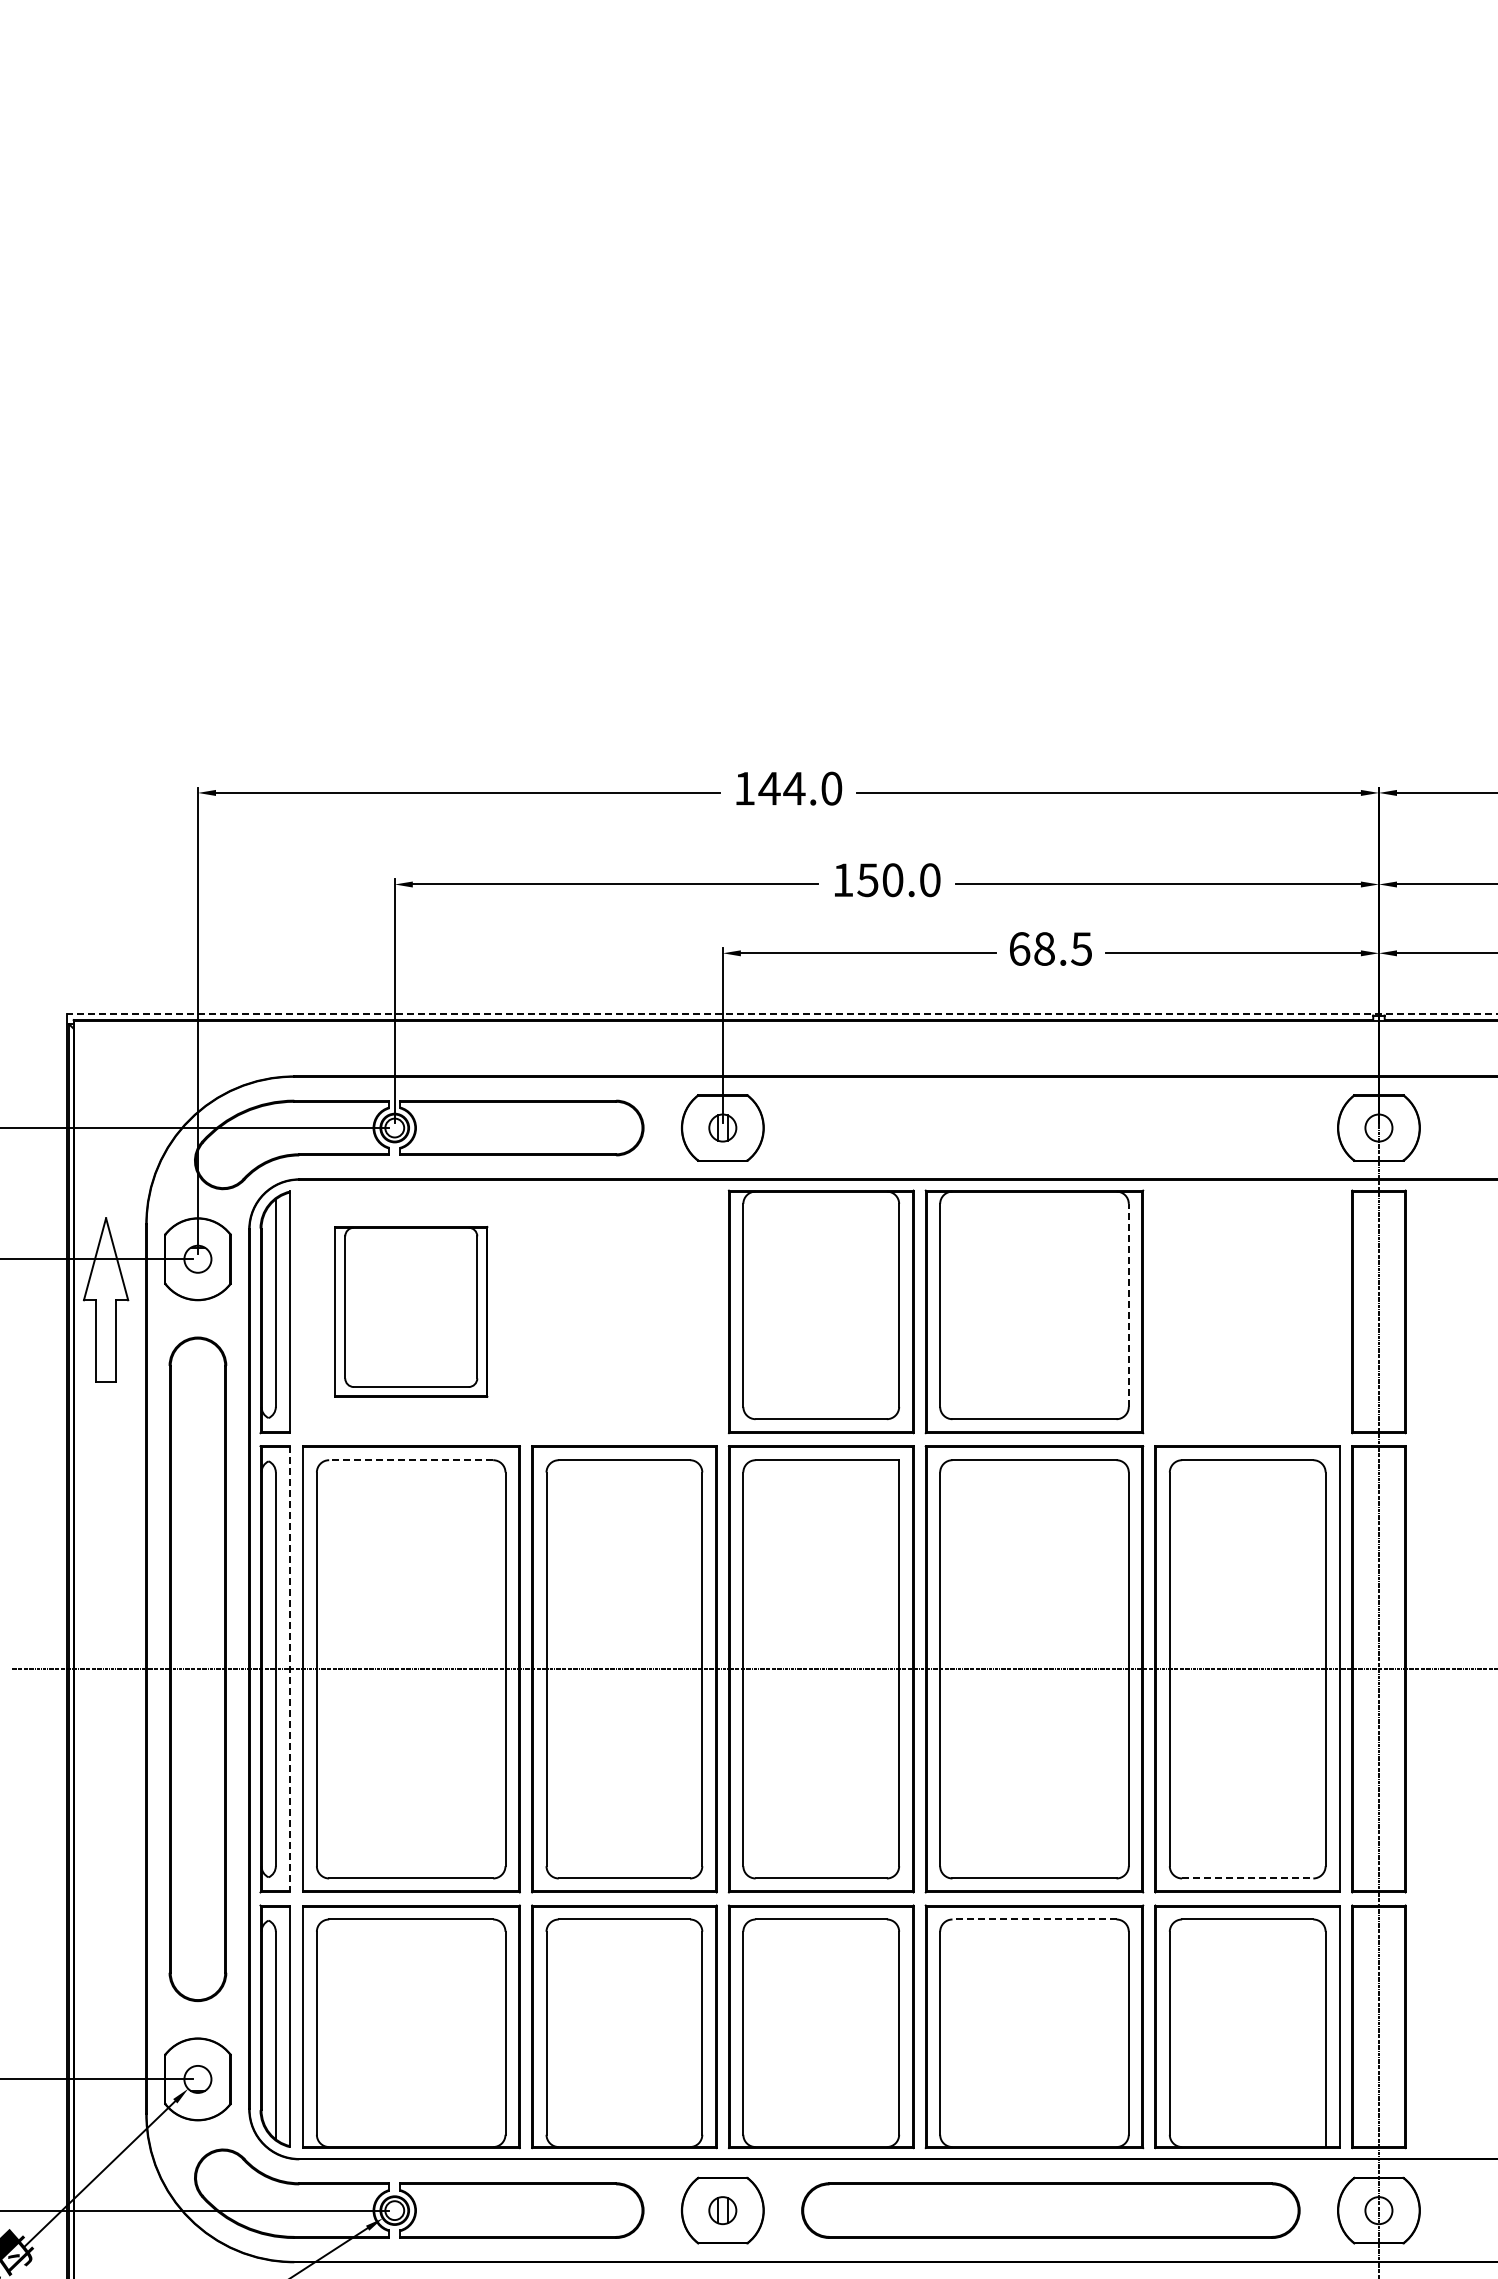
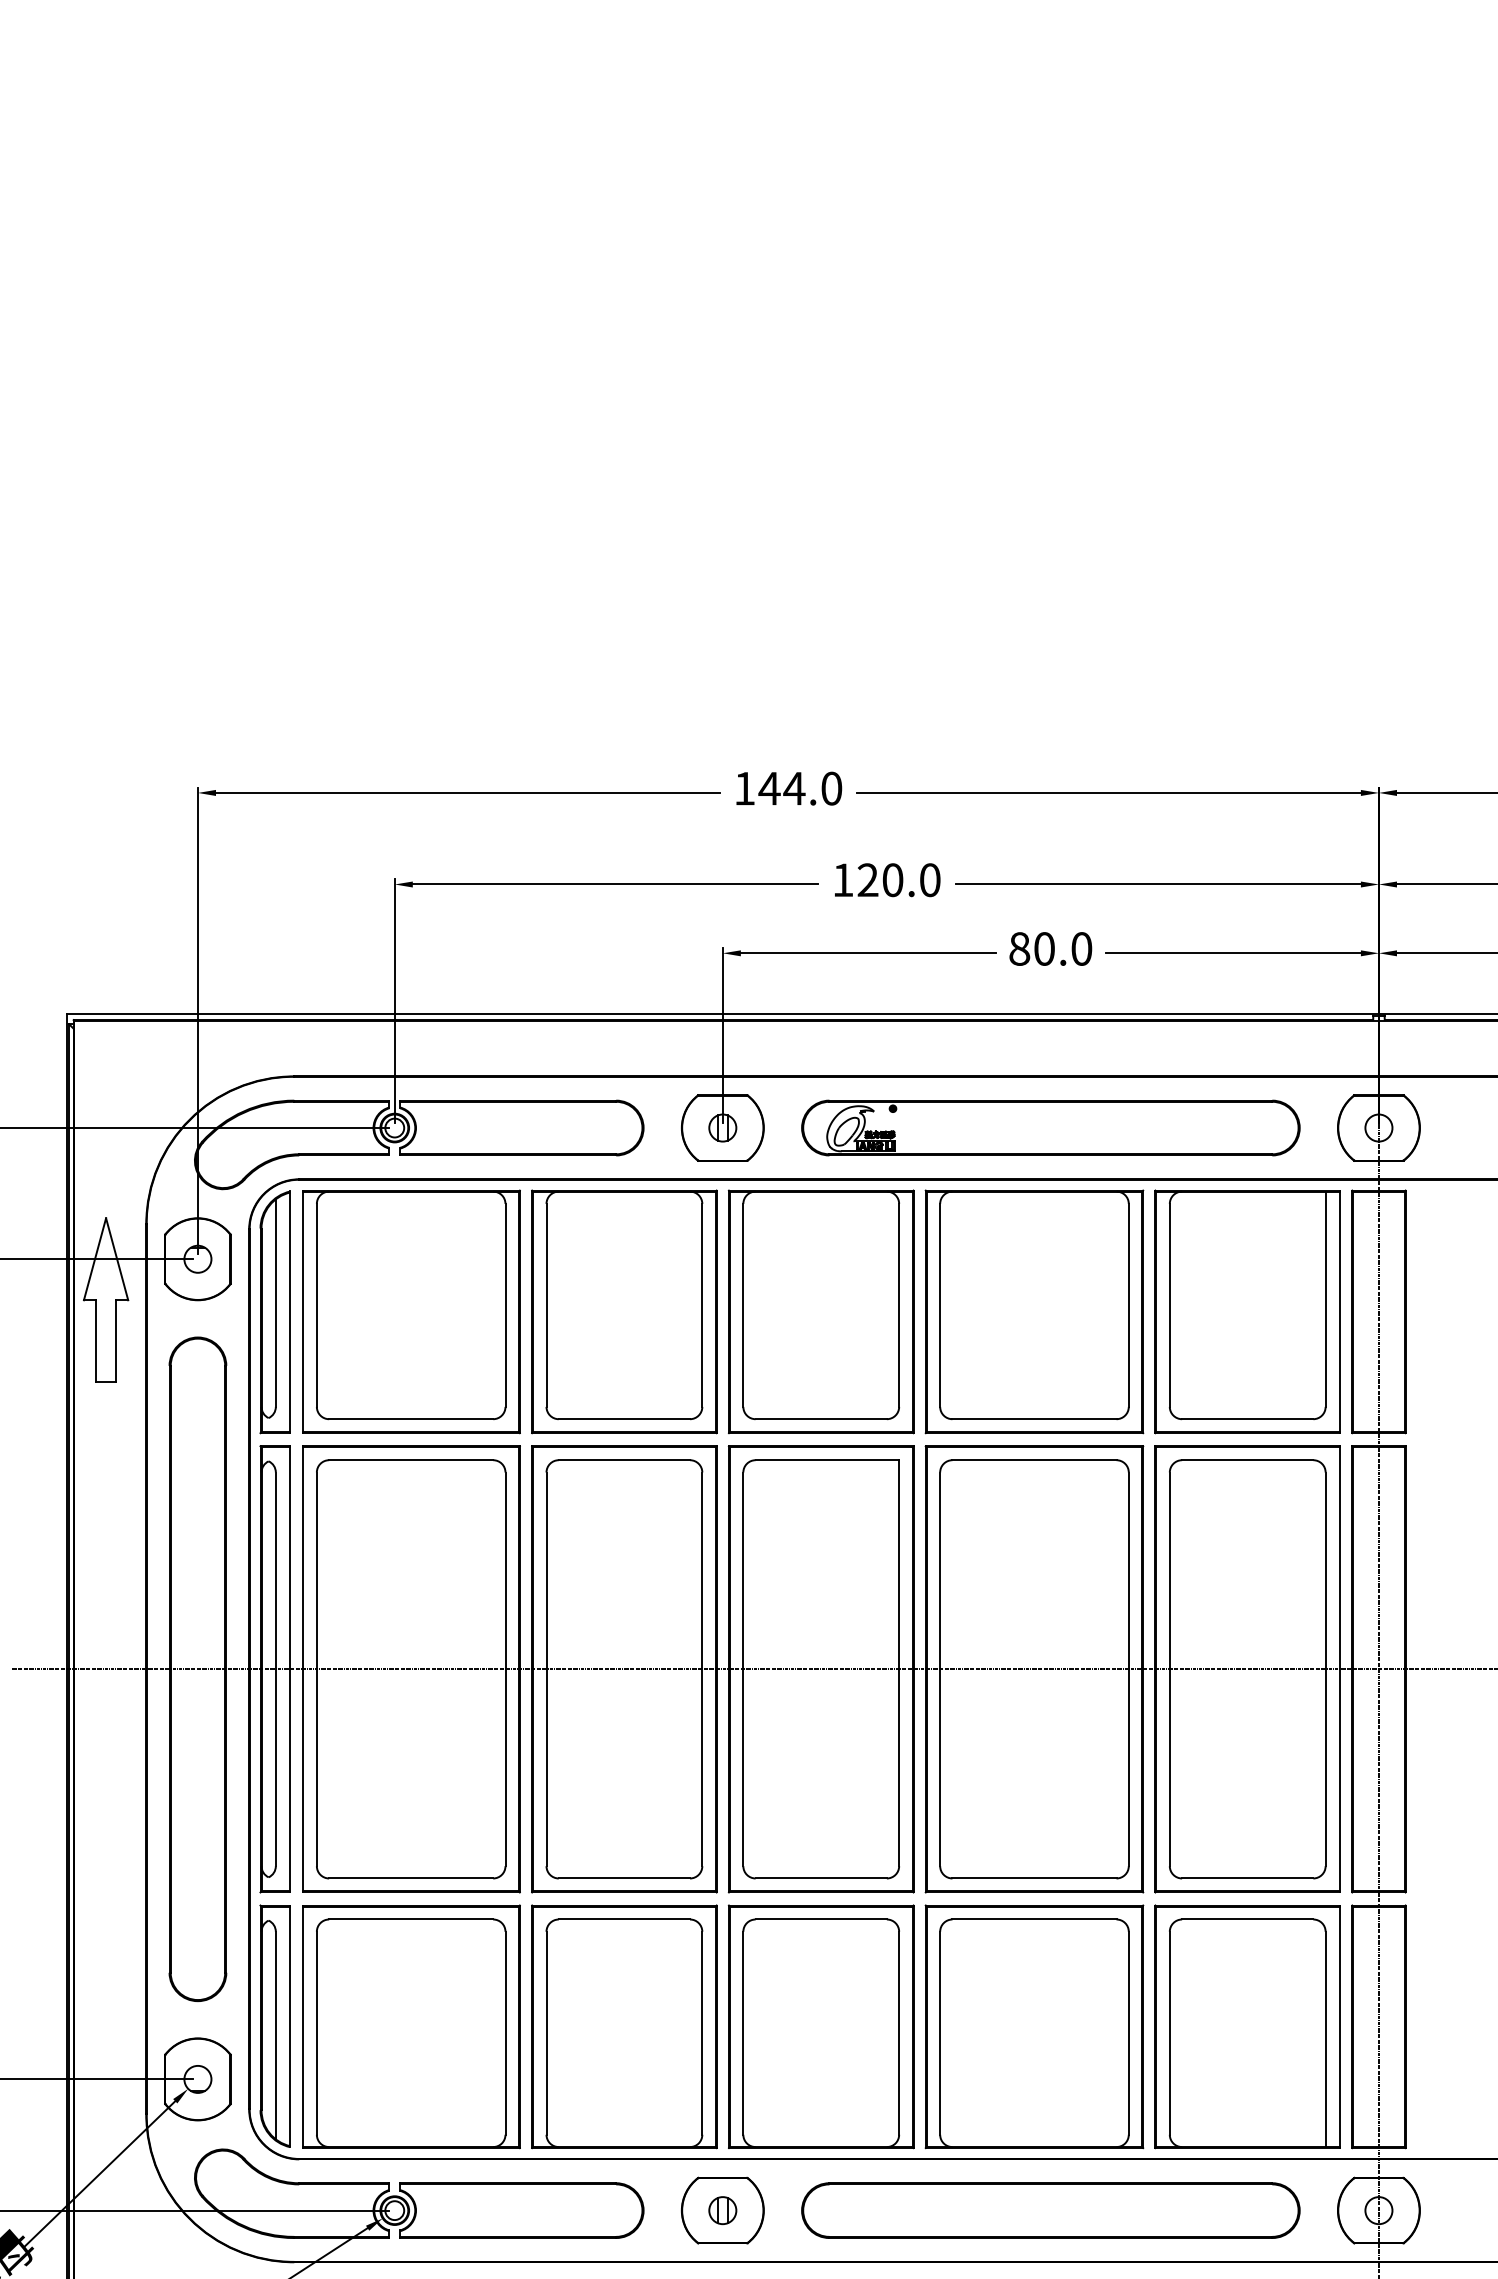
text at (867, 880): 150.0 -> 120.0
text at (1050, 948): 68.5 -> 80.0
line at (782, 1013): dashed -> solid
part at (1050, 1127): none -> present
line at (1128, 1304): dashed -> solid
part at (411, 1311) size: 155x172 px -> 219x246 px
part at (624, 1311): none -> present
part at (1247, 1311): none -> present
line at (410, 1460): dashed -> solid
line at (290, 1669): dashed -> solid
line at (1247, 1878): dashed -> solid
line at (1033, 1919): dashed -> solid
